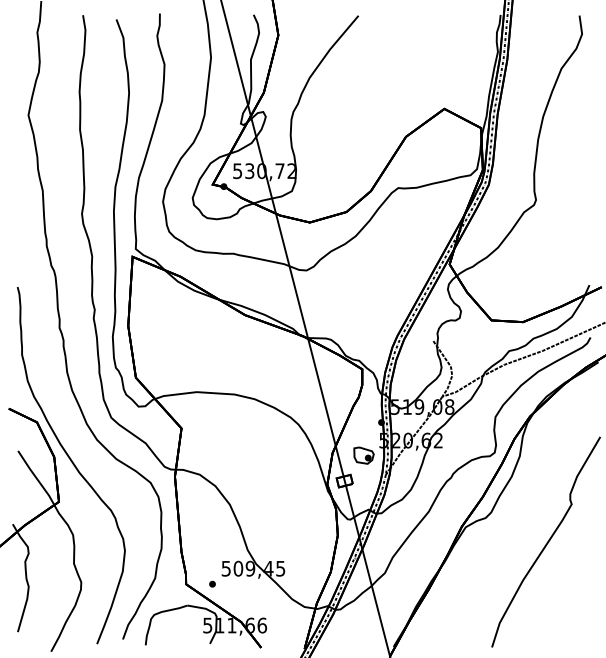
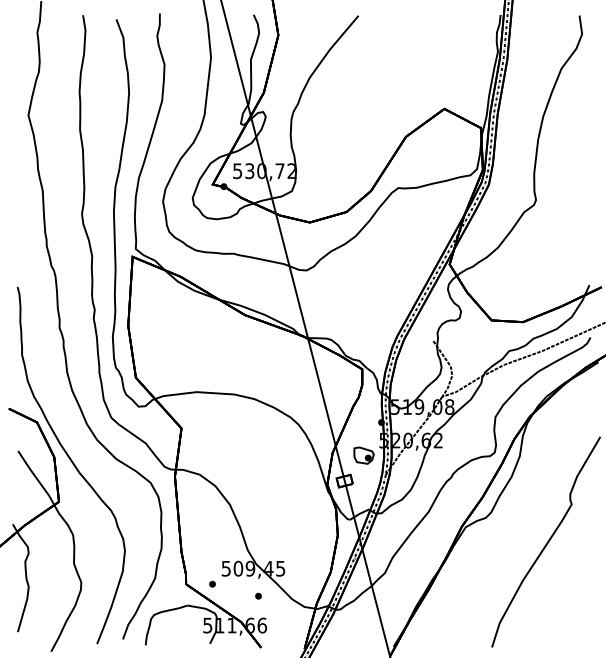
part at (258, 595): none -> present
